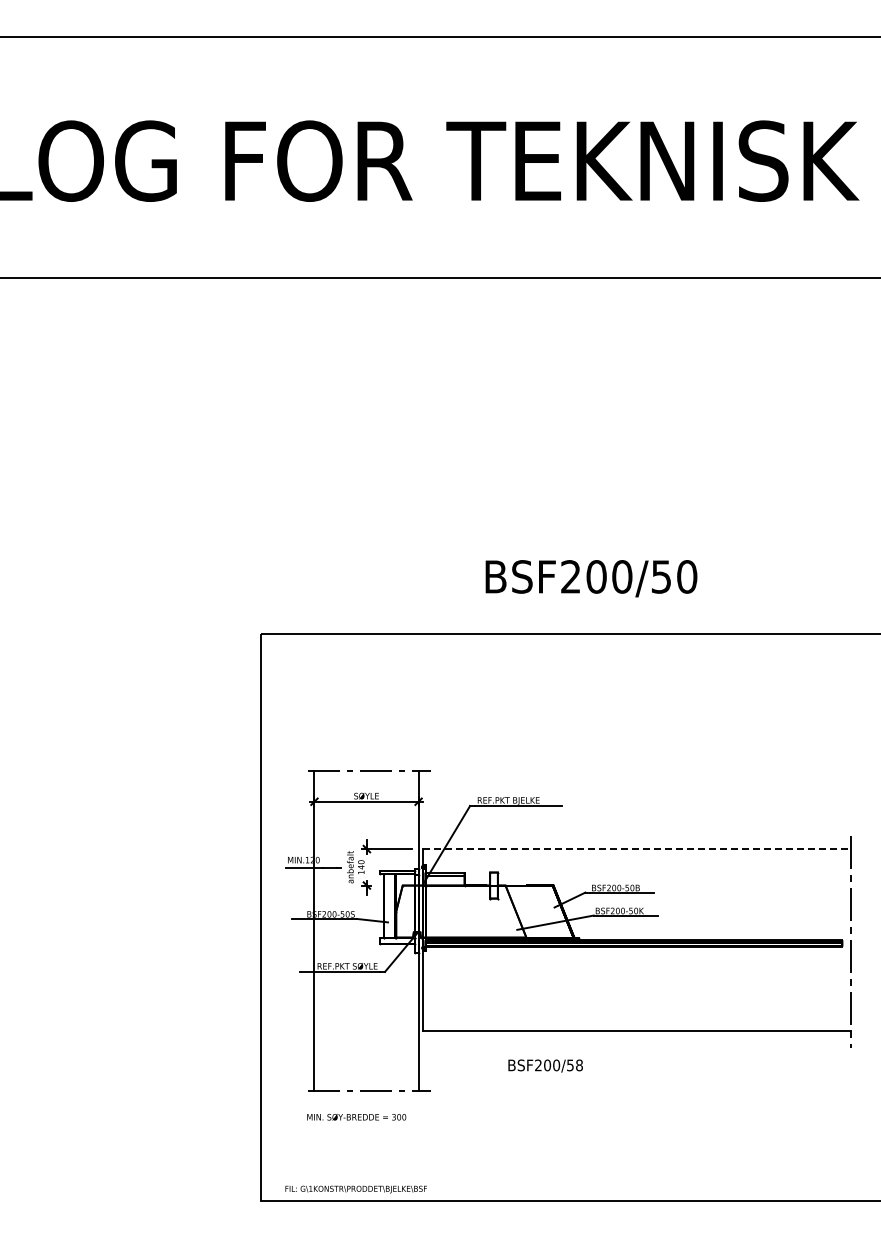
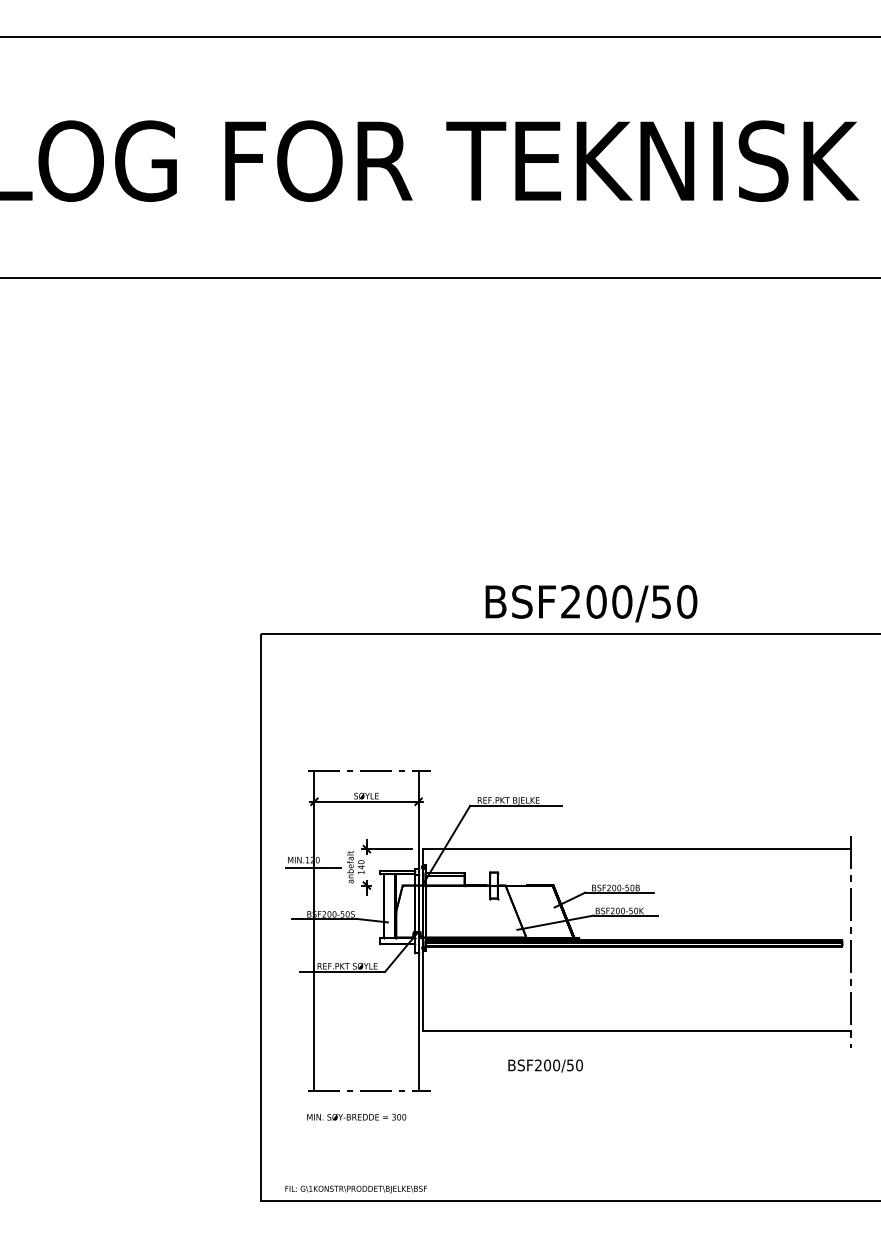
text at (591, 578) position: (591, 578) -> (591, 603)
line at (637, 849): dashed -> solid
text at (579, 1065): BSF200/58 -> BSF200/50
